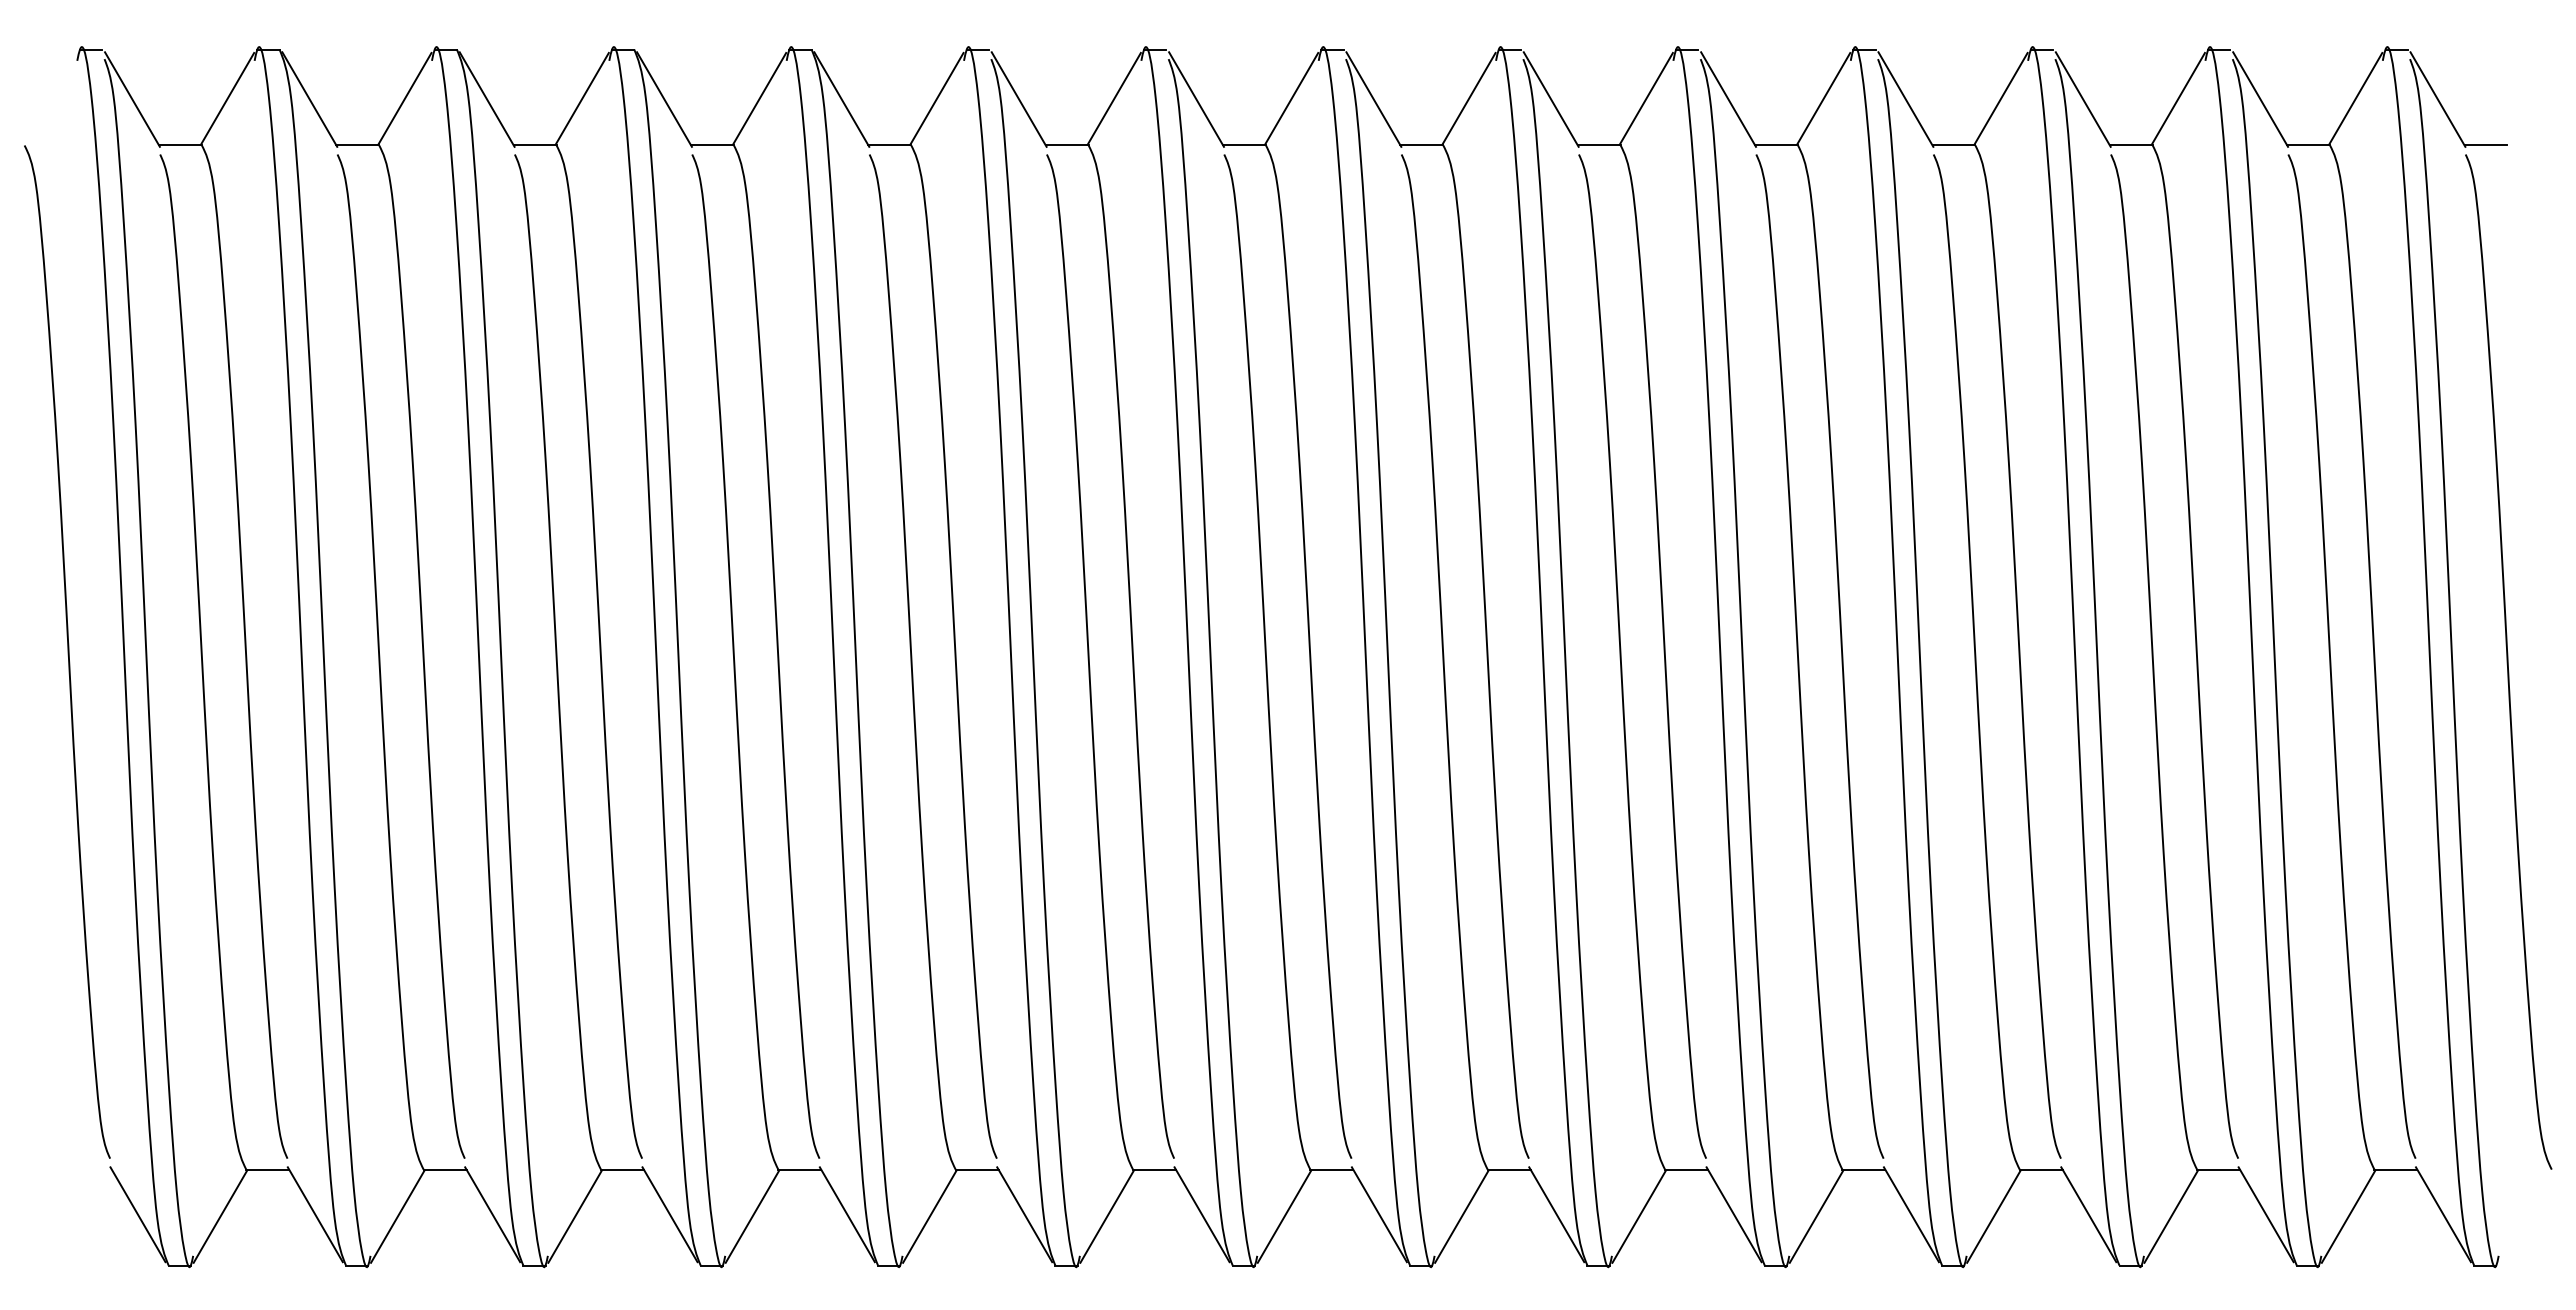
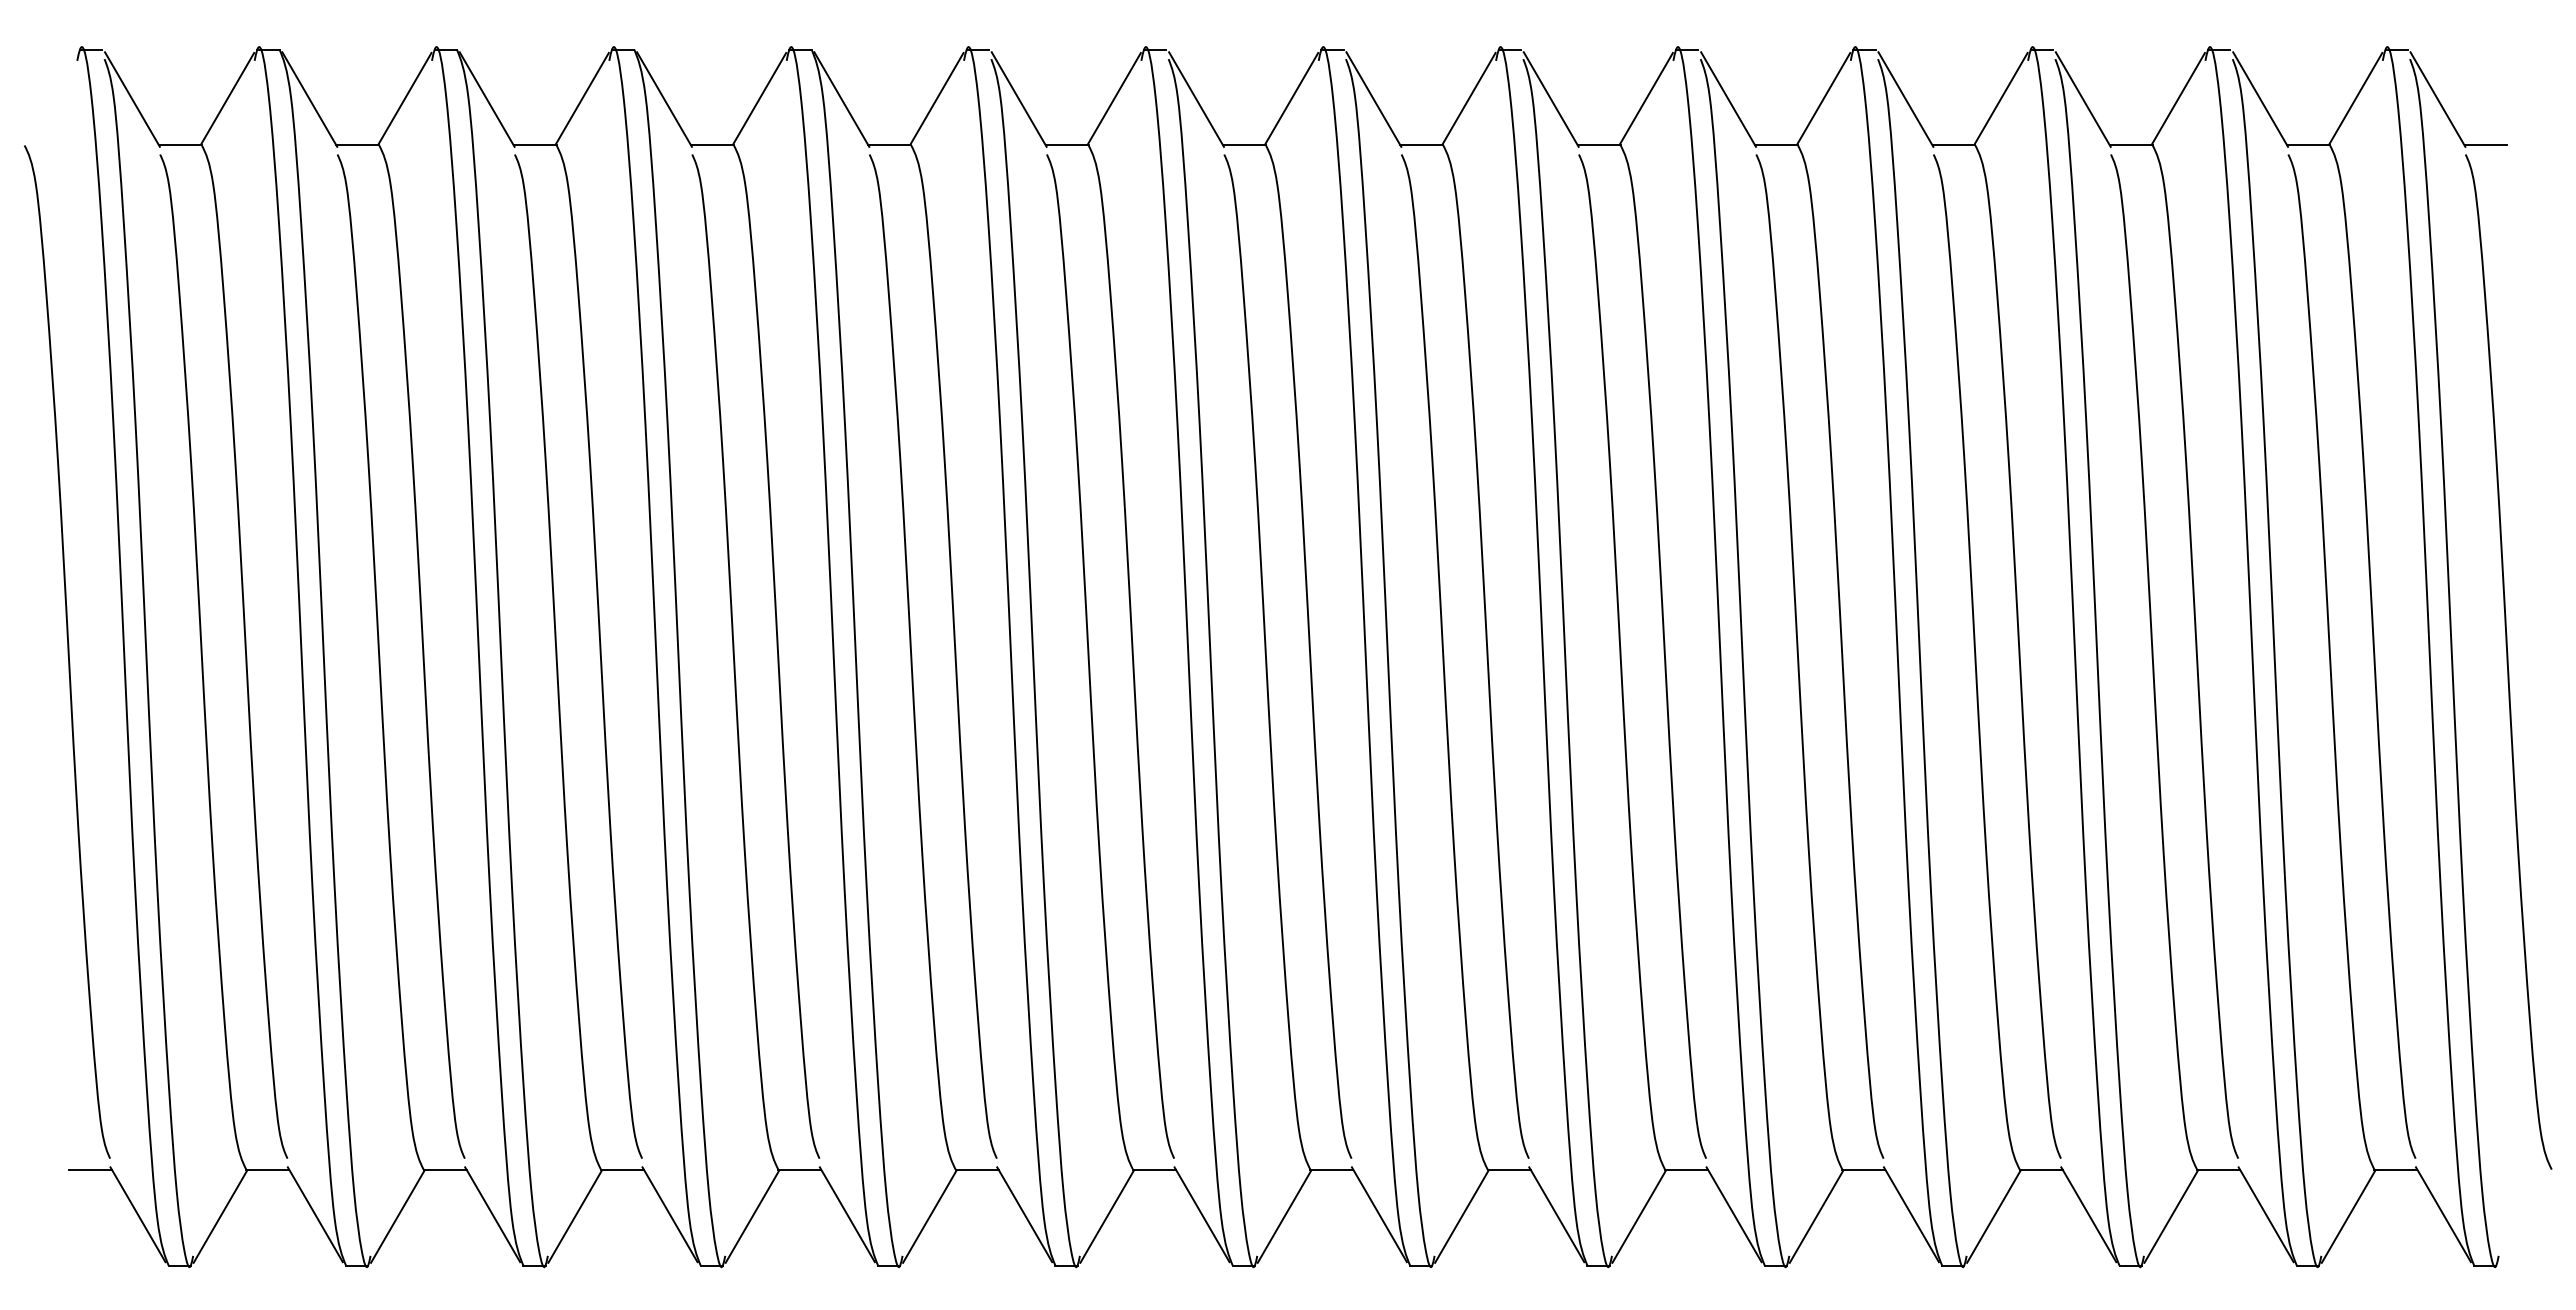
line at (89, 1169): none -> present
